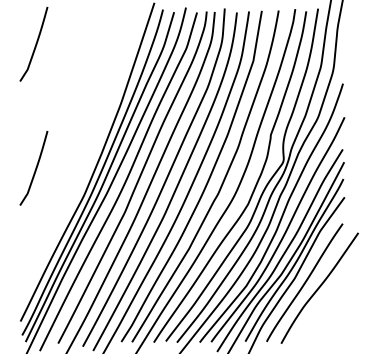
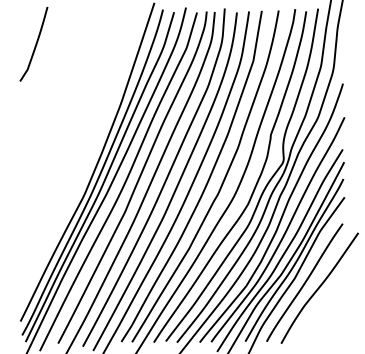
curve at (35, 168): present -> none
